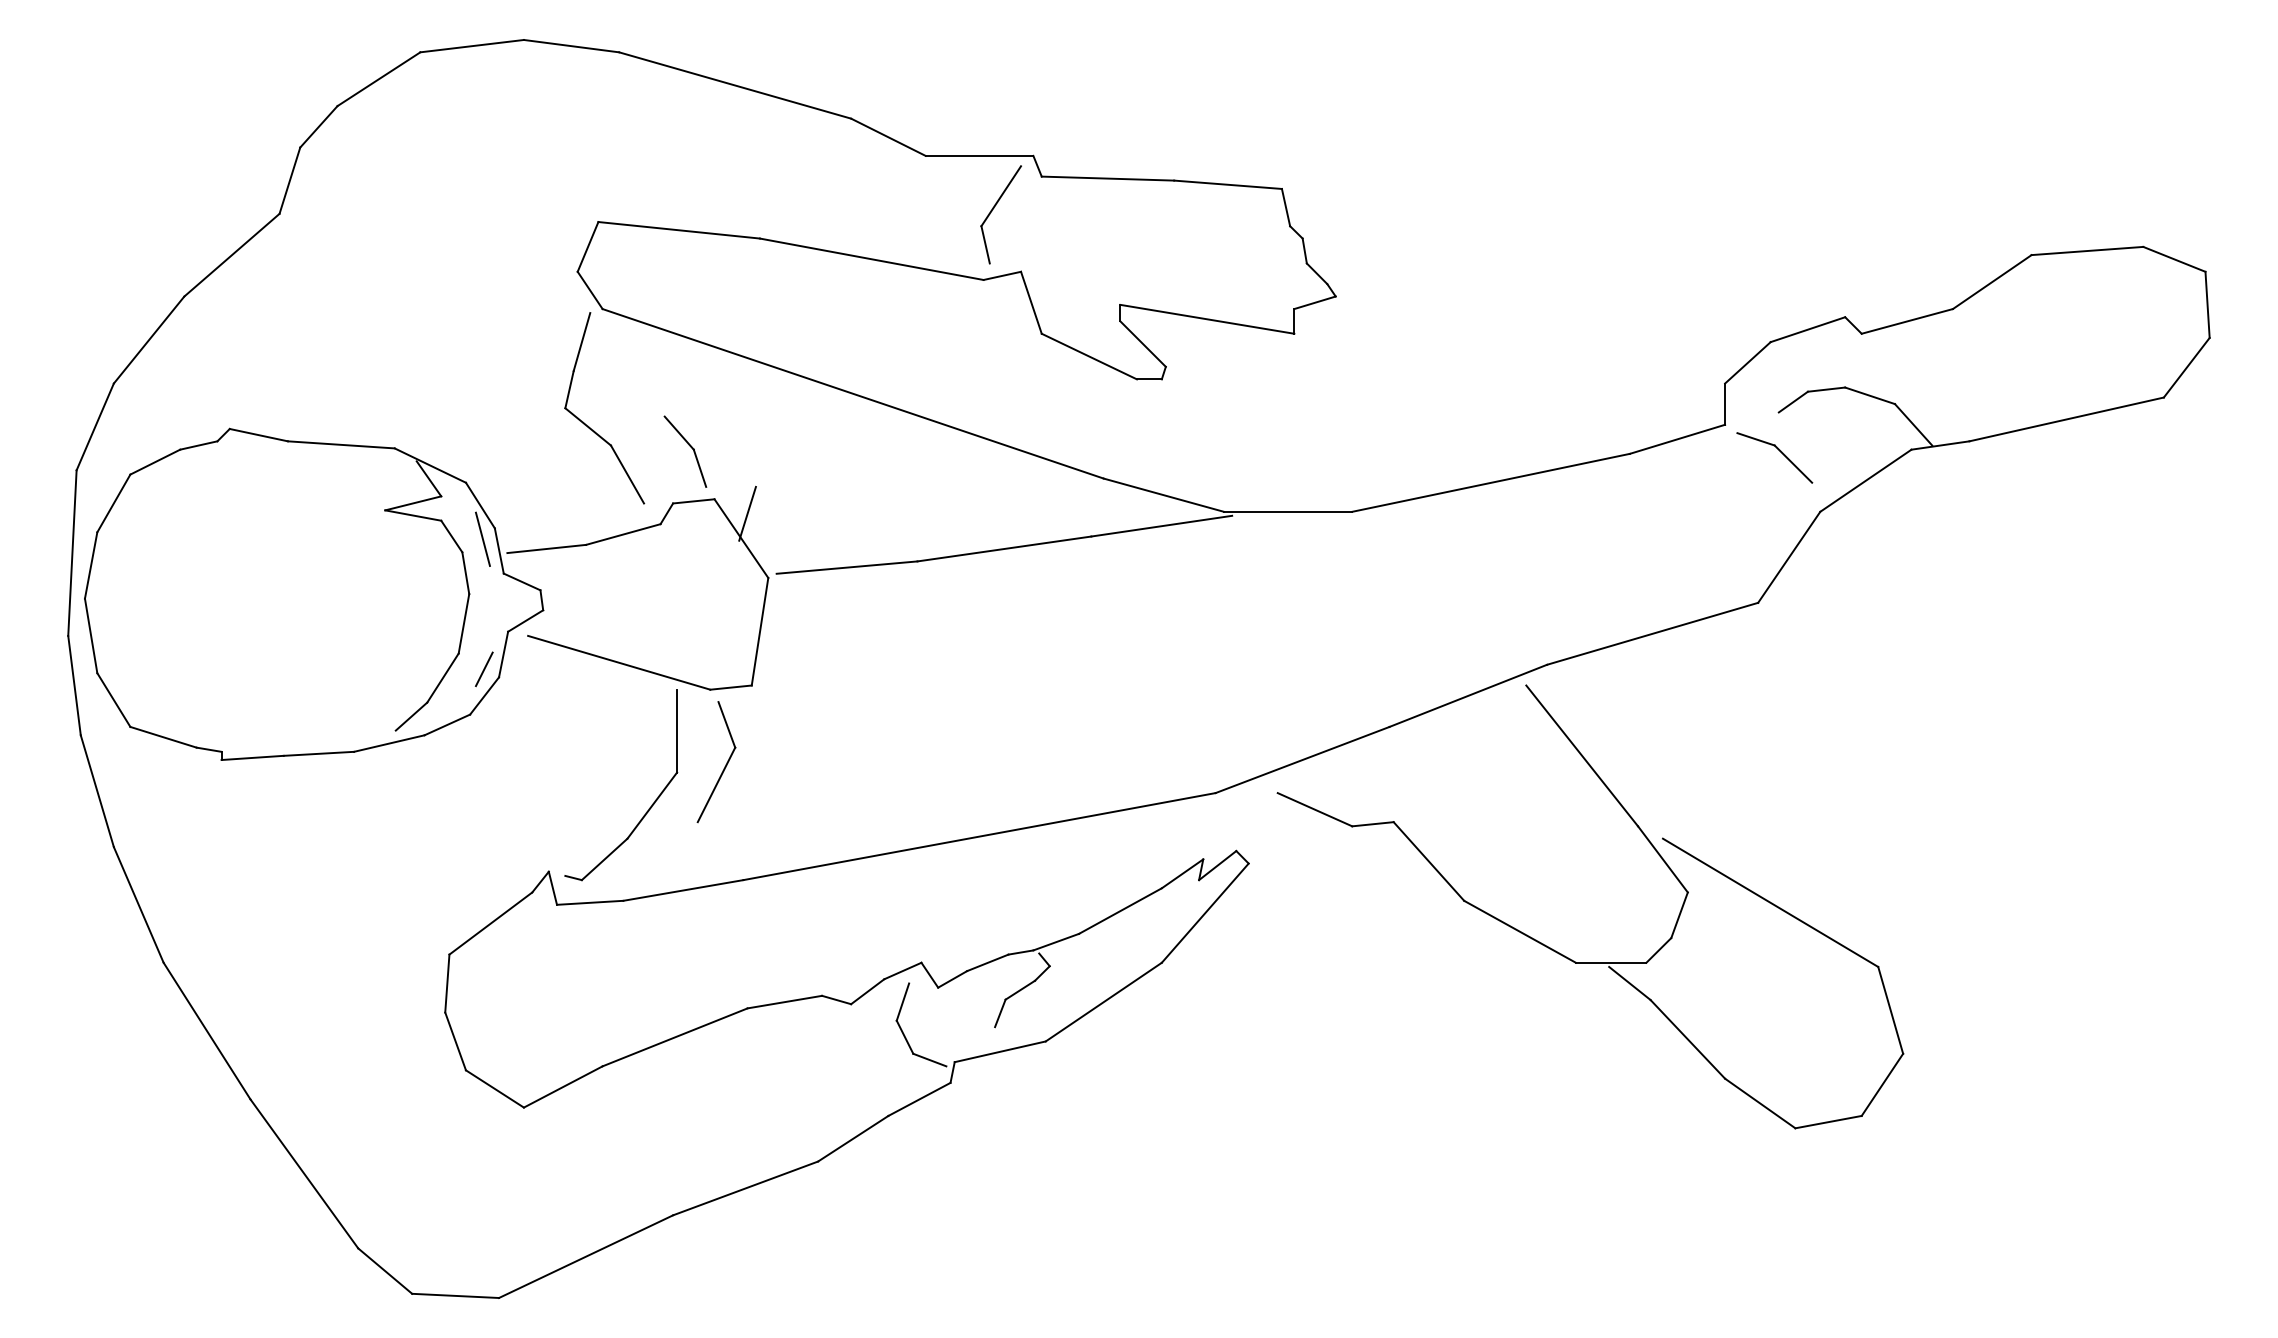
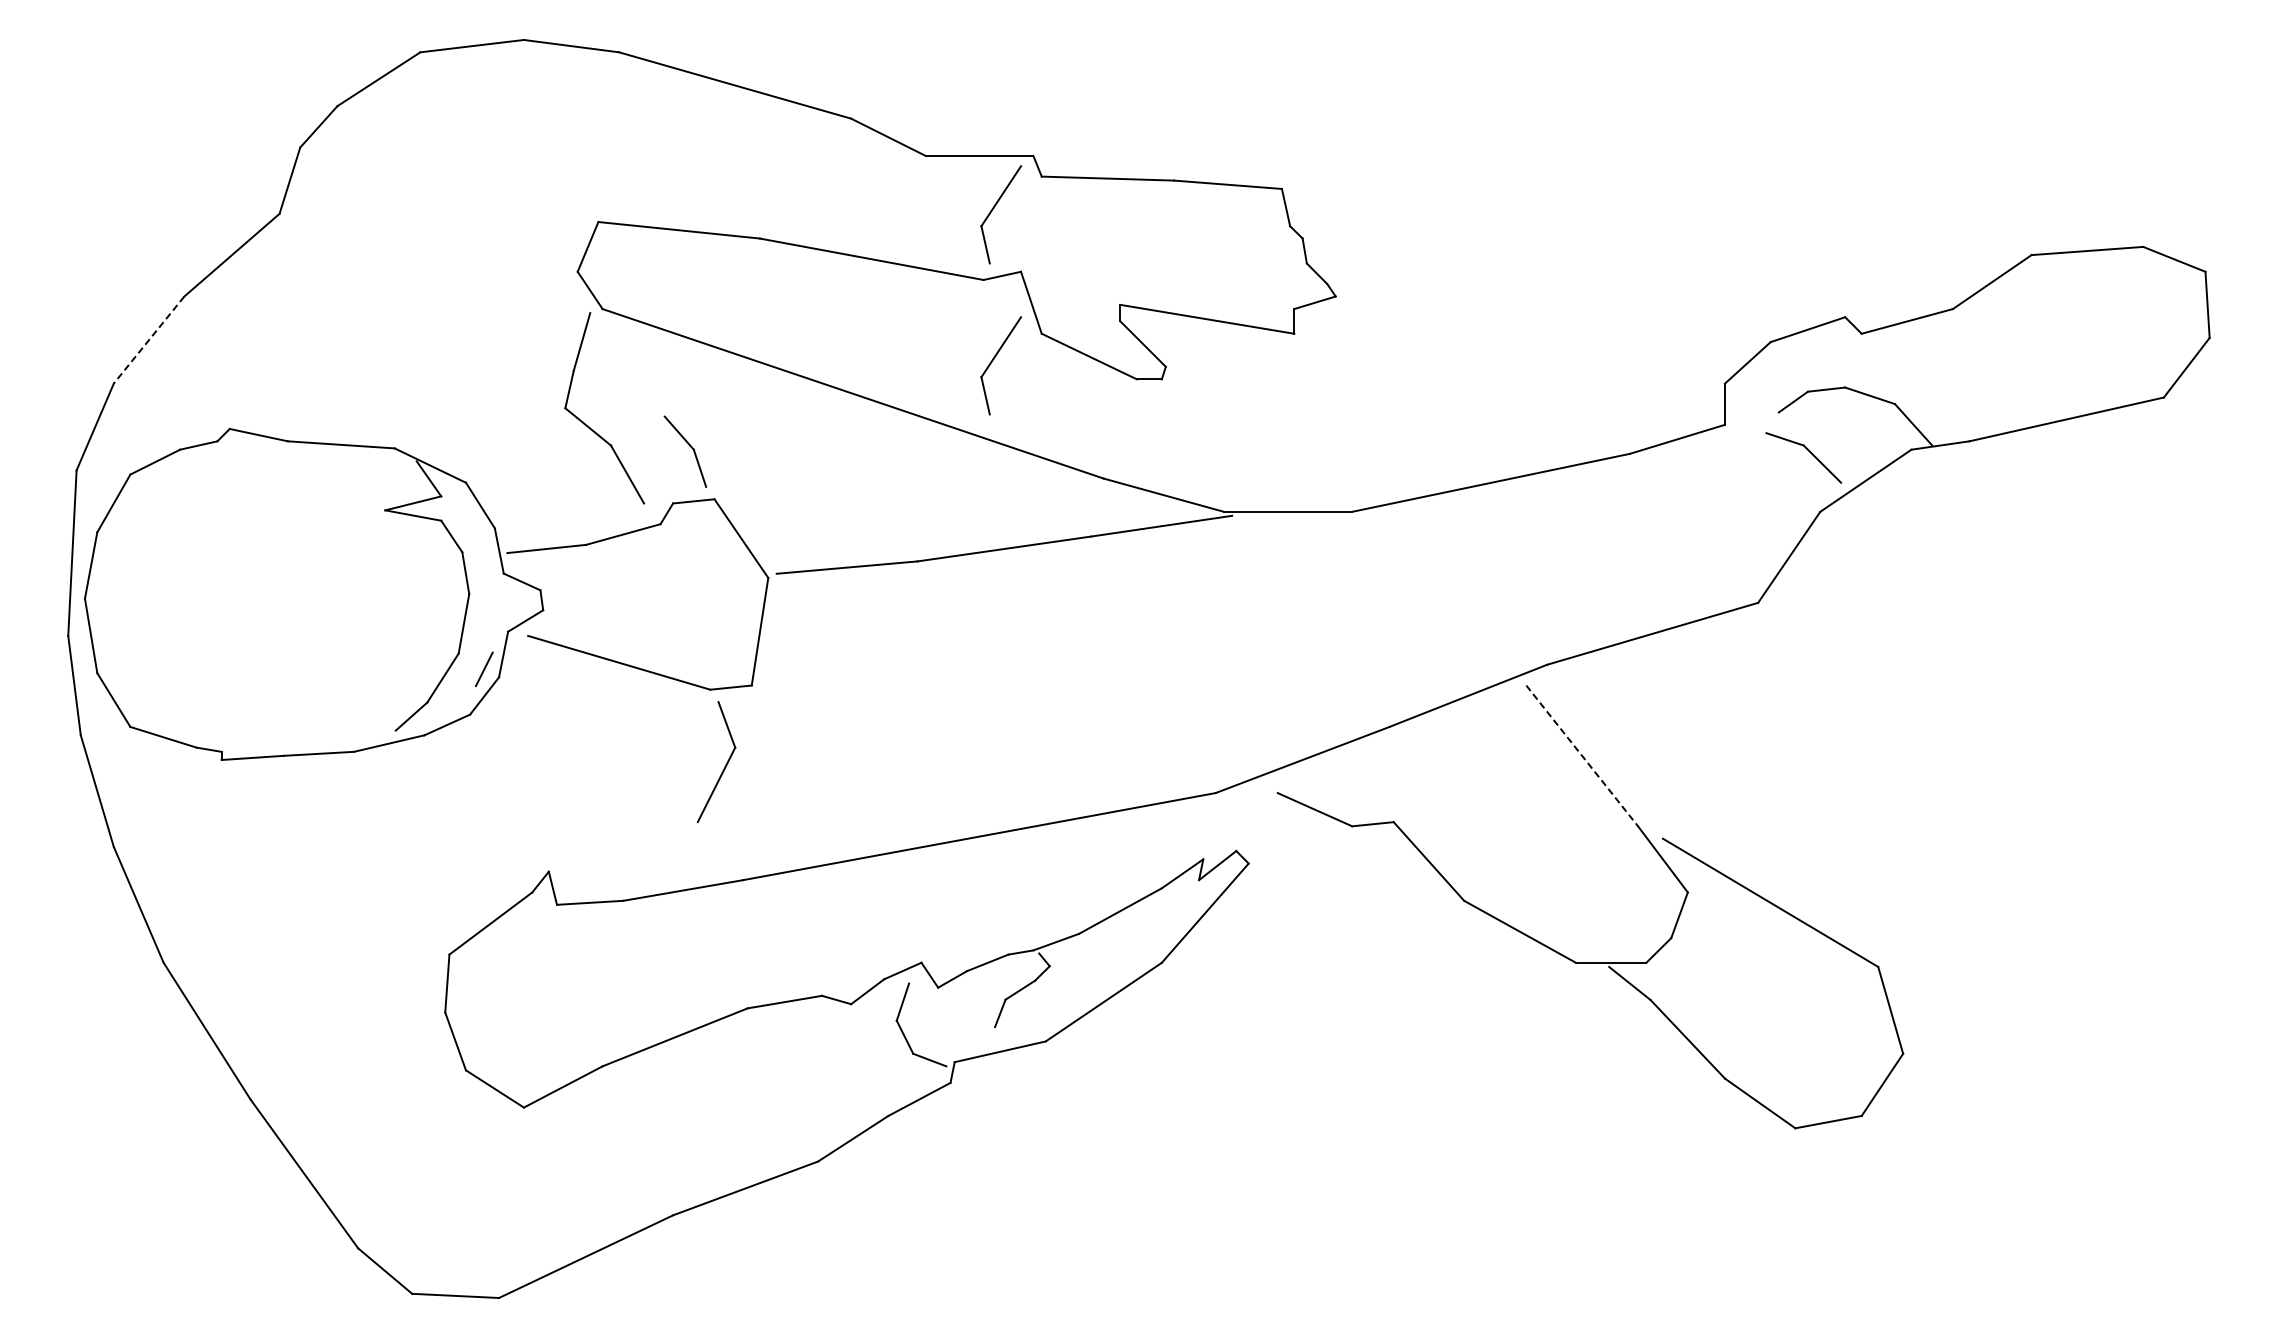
line at (149, 340): solid -> dashed
part at (994, 359): none -> present
part at (1779, 451) position: (1779, 451) -> (1808, 451)
line at (747, 513): present -> none
line at (482, 538): present -> none
line at (1582, 755): solid -> dashed
part at (648, 808): present -> none
